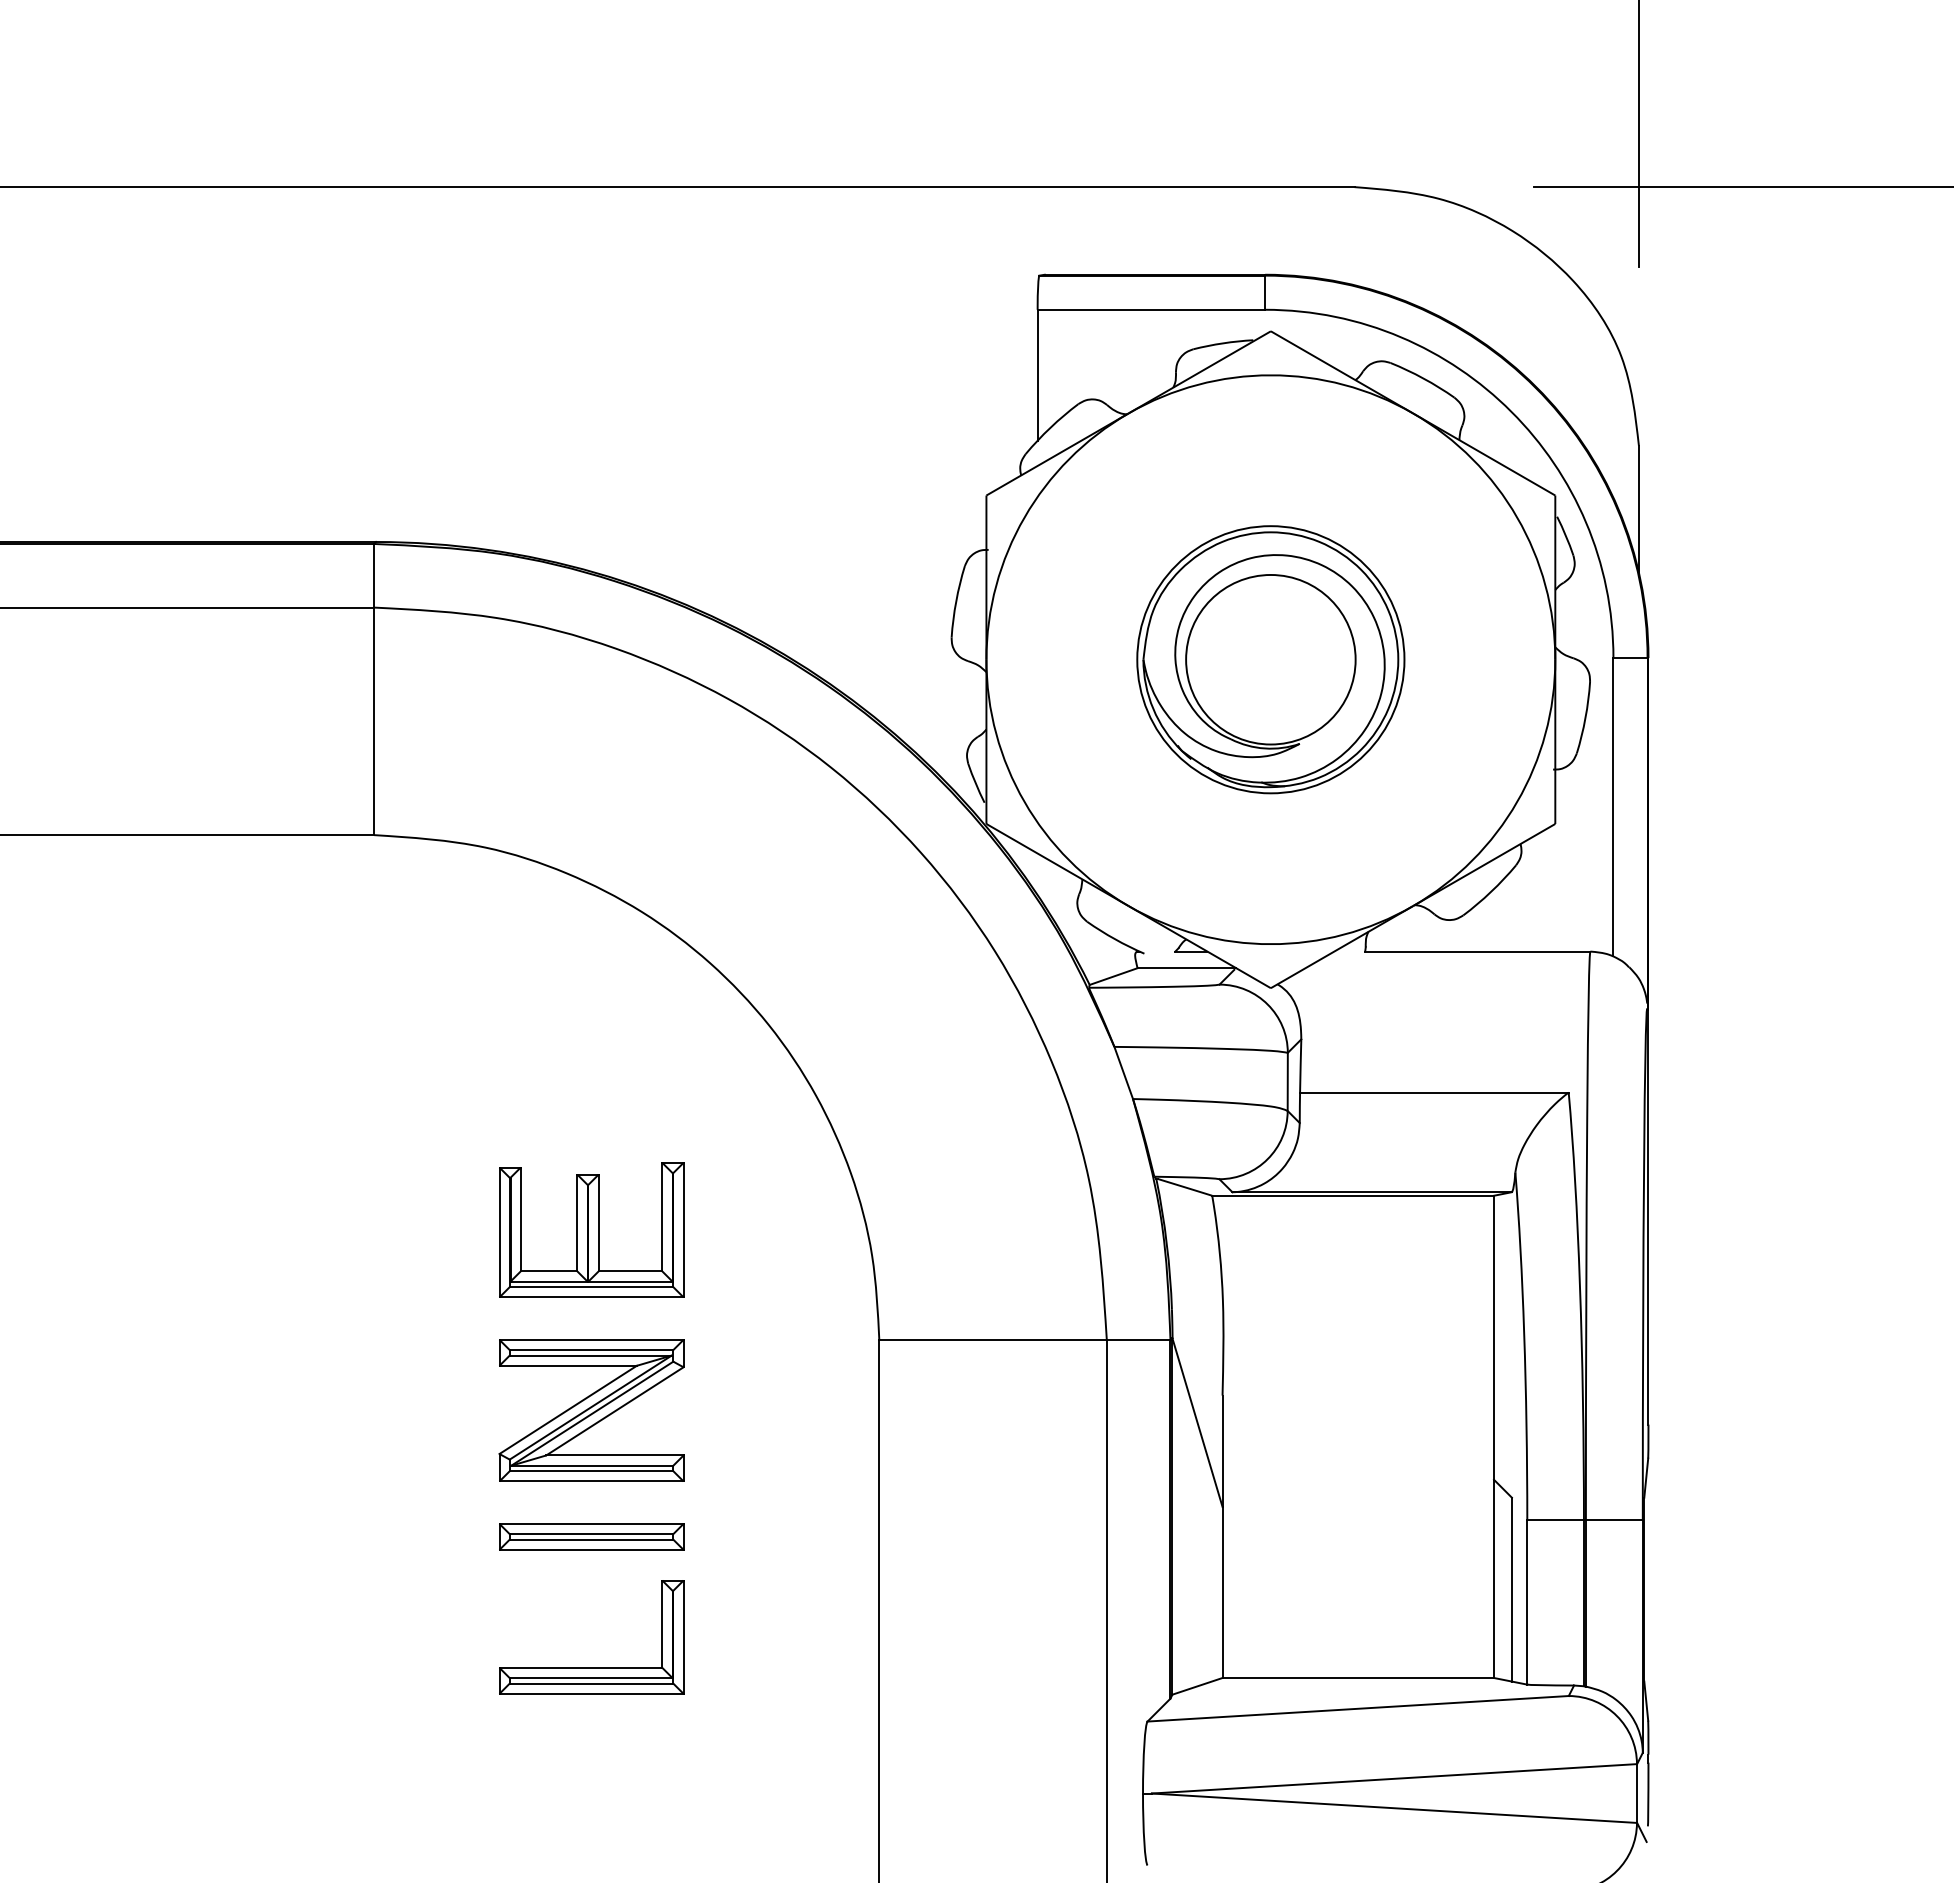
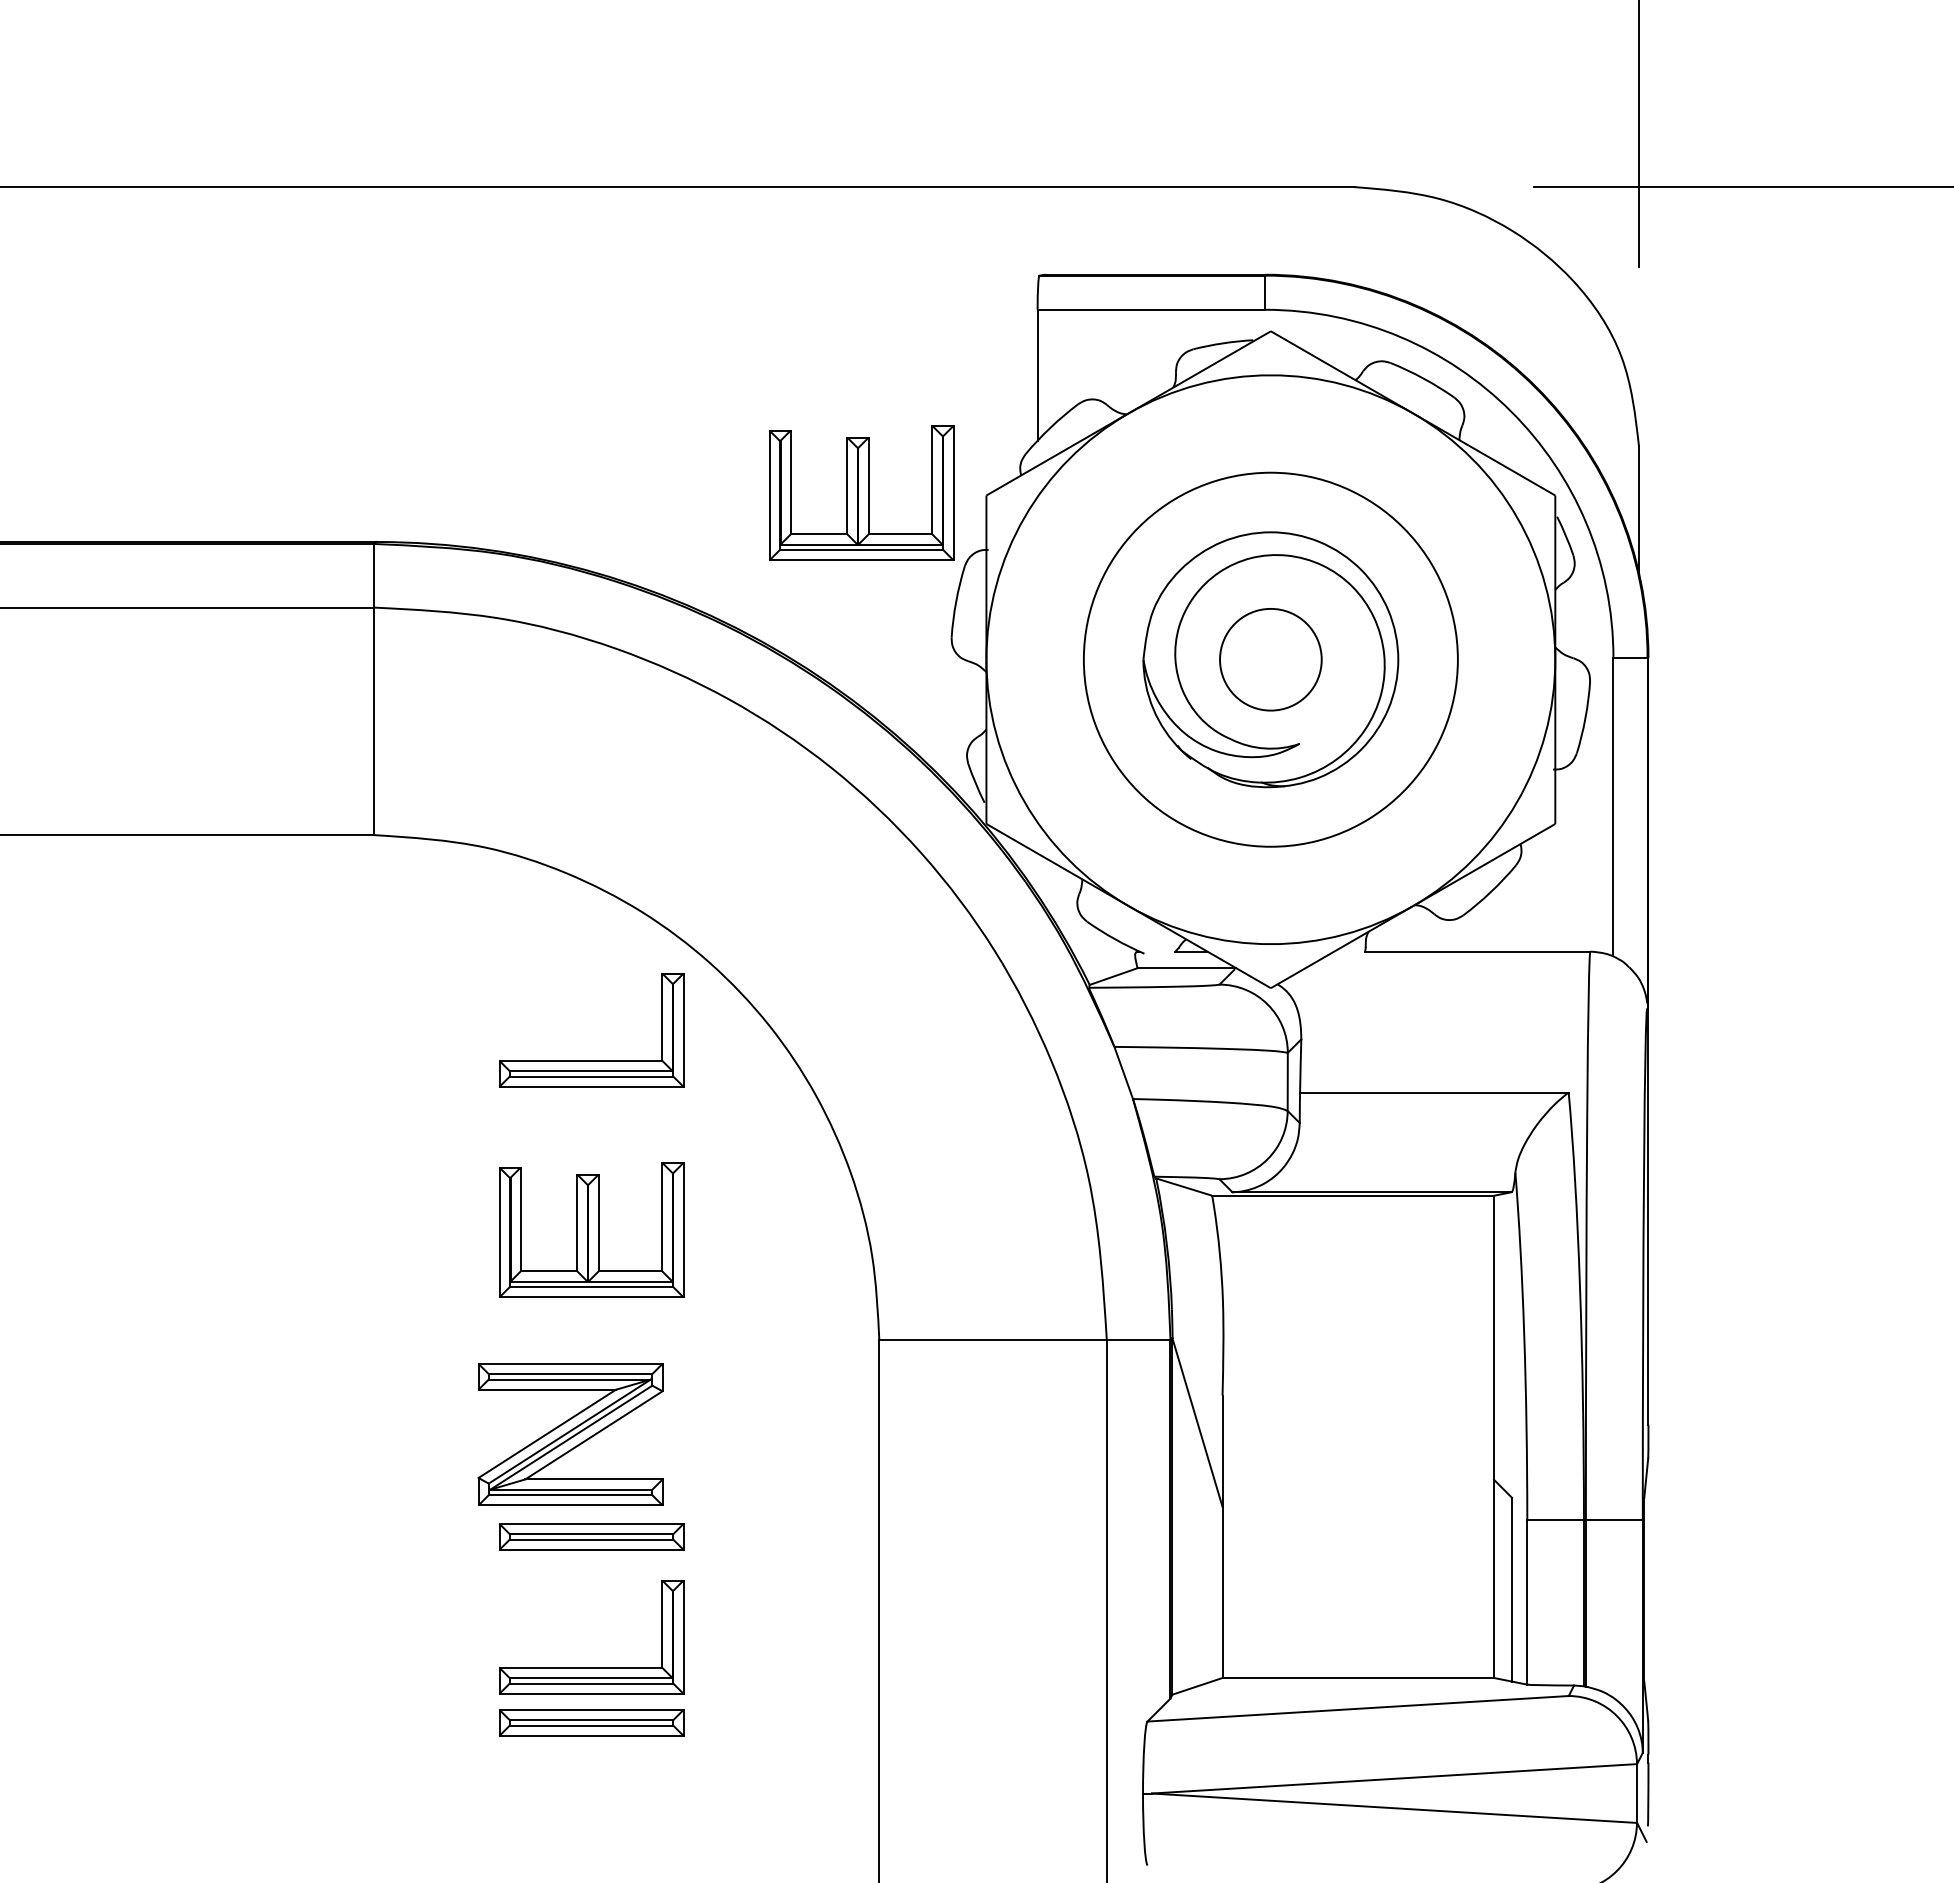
part at (861, 492): none -> present
circle at (1270, 659) diameter: 170 px -> 102 px
circle at (1270, 659) diameter: 267 px -> 374 px
part at (591, 1060): none -> present
part at (591, 1410) position: (591, 1410) -> (570, 1434)
part at (591, 1722): none -> present
